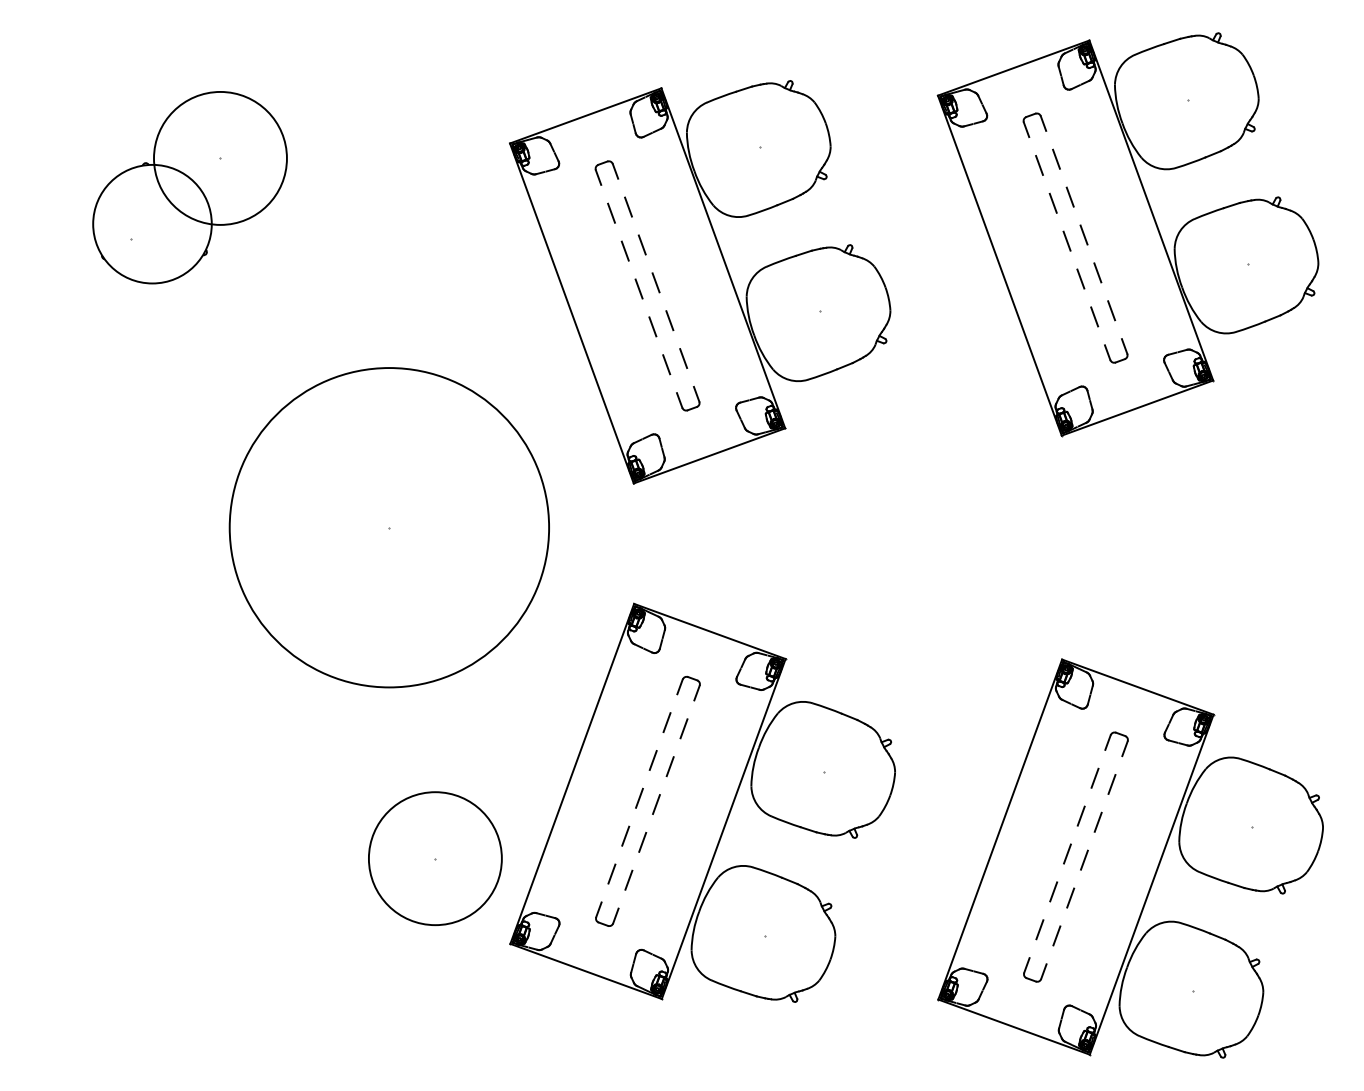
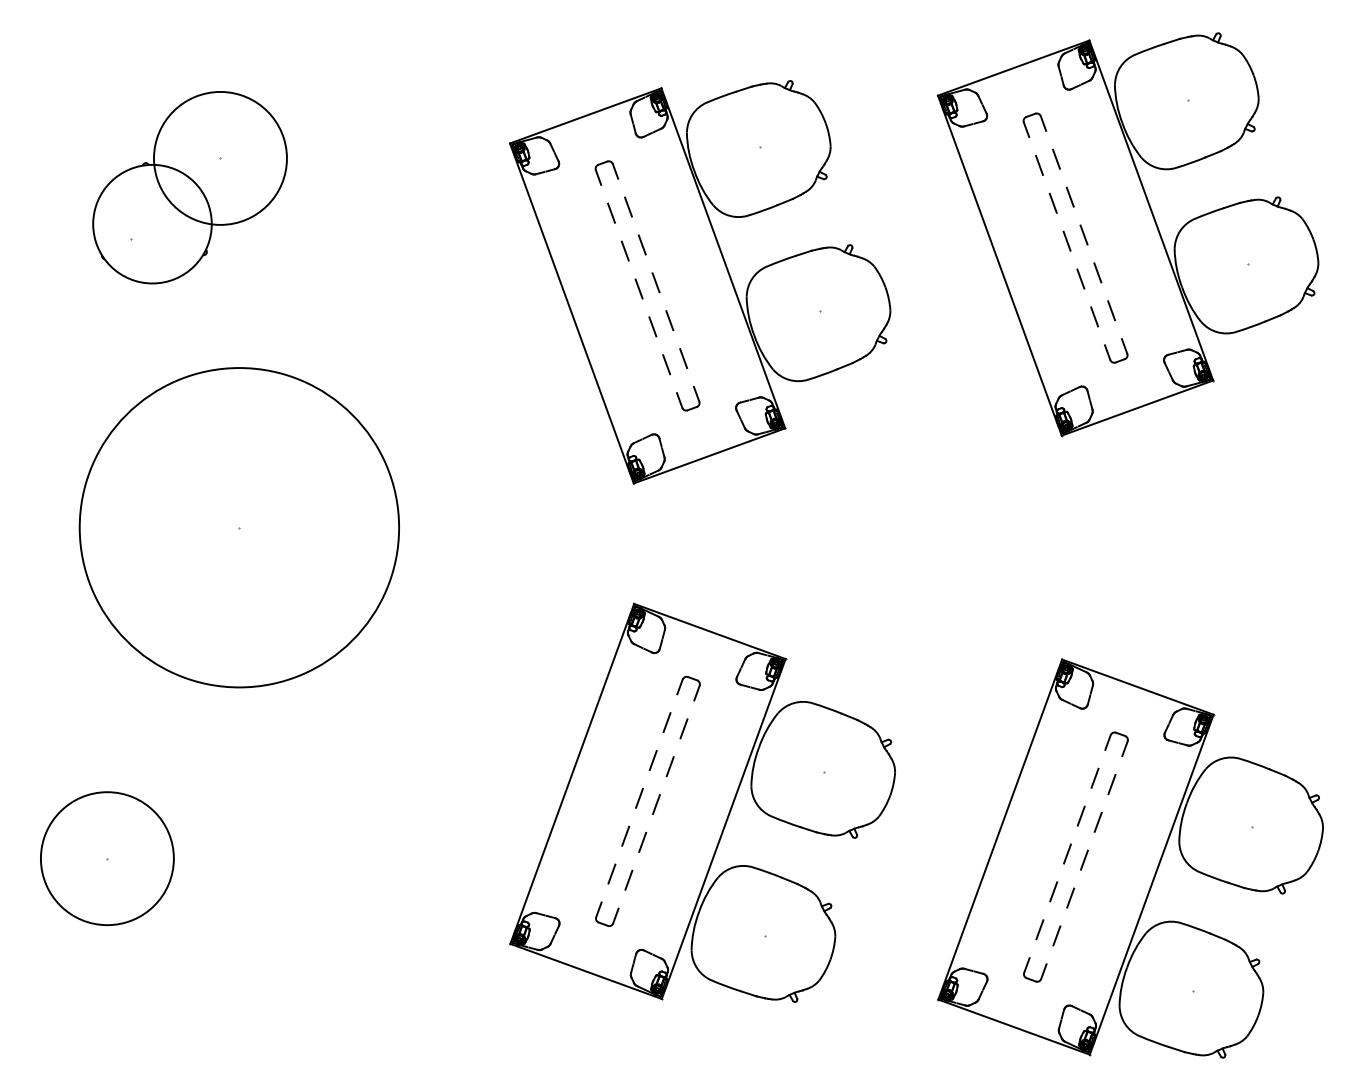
part at (388, 527) position: (388, 527) -> (238, 527)
part at (435, 858) position: (435, 858) -> (107, 858)
